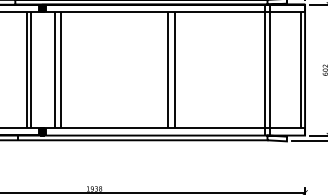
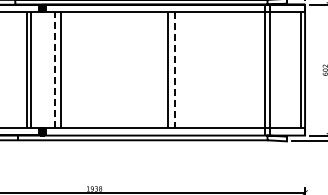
line at (54, 69): solid -> dashed
line at (174, 70): solid -> dashed
